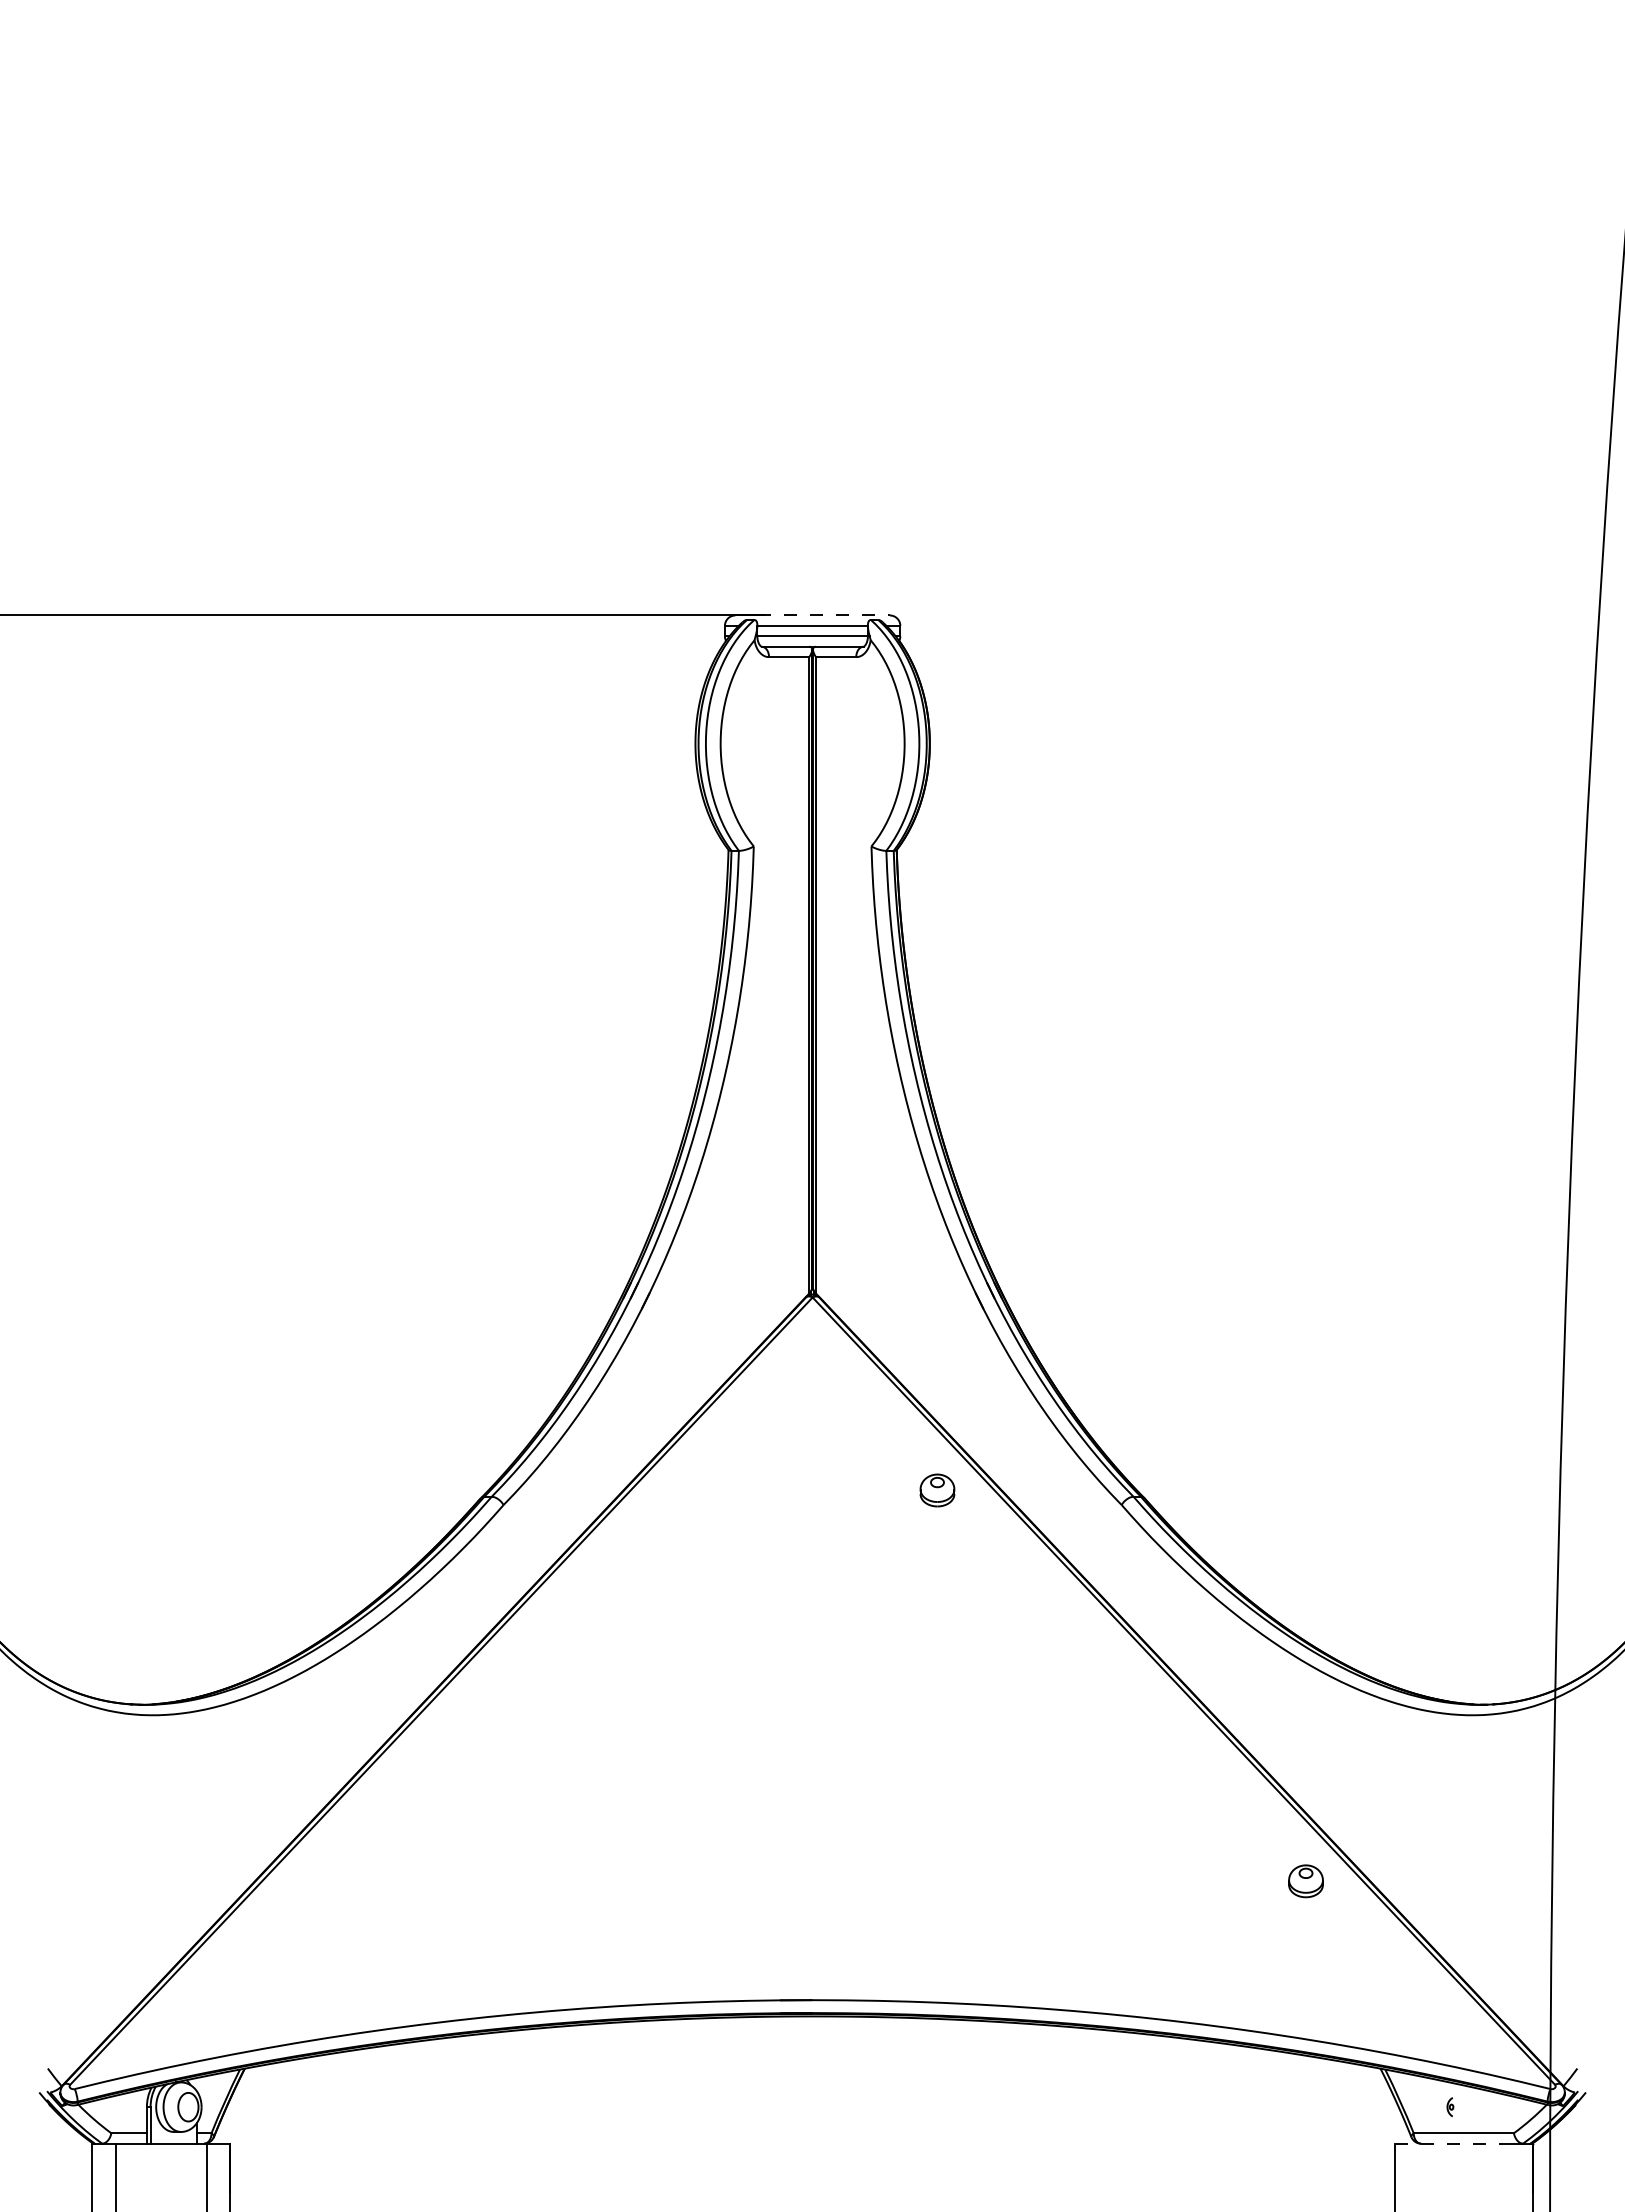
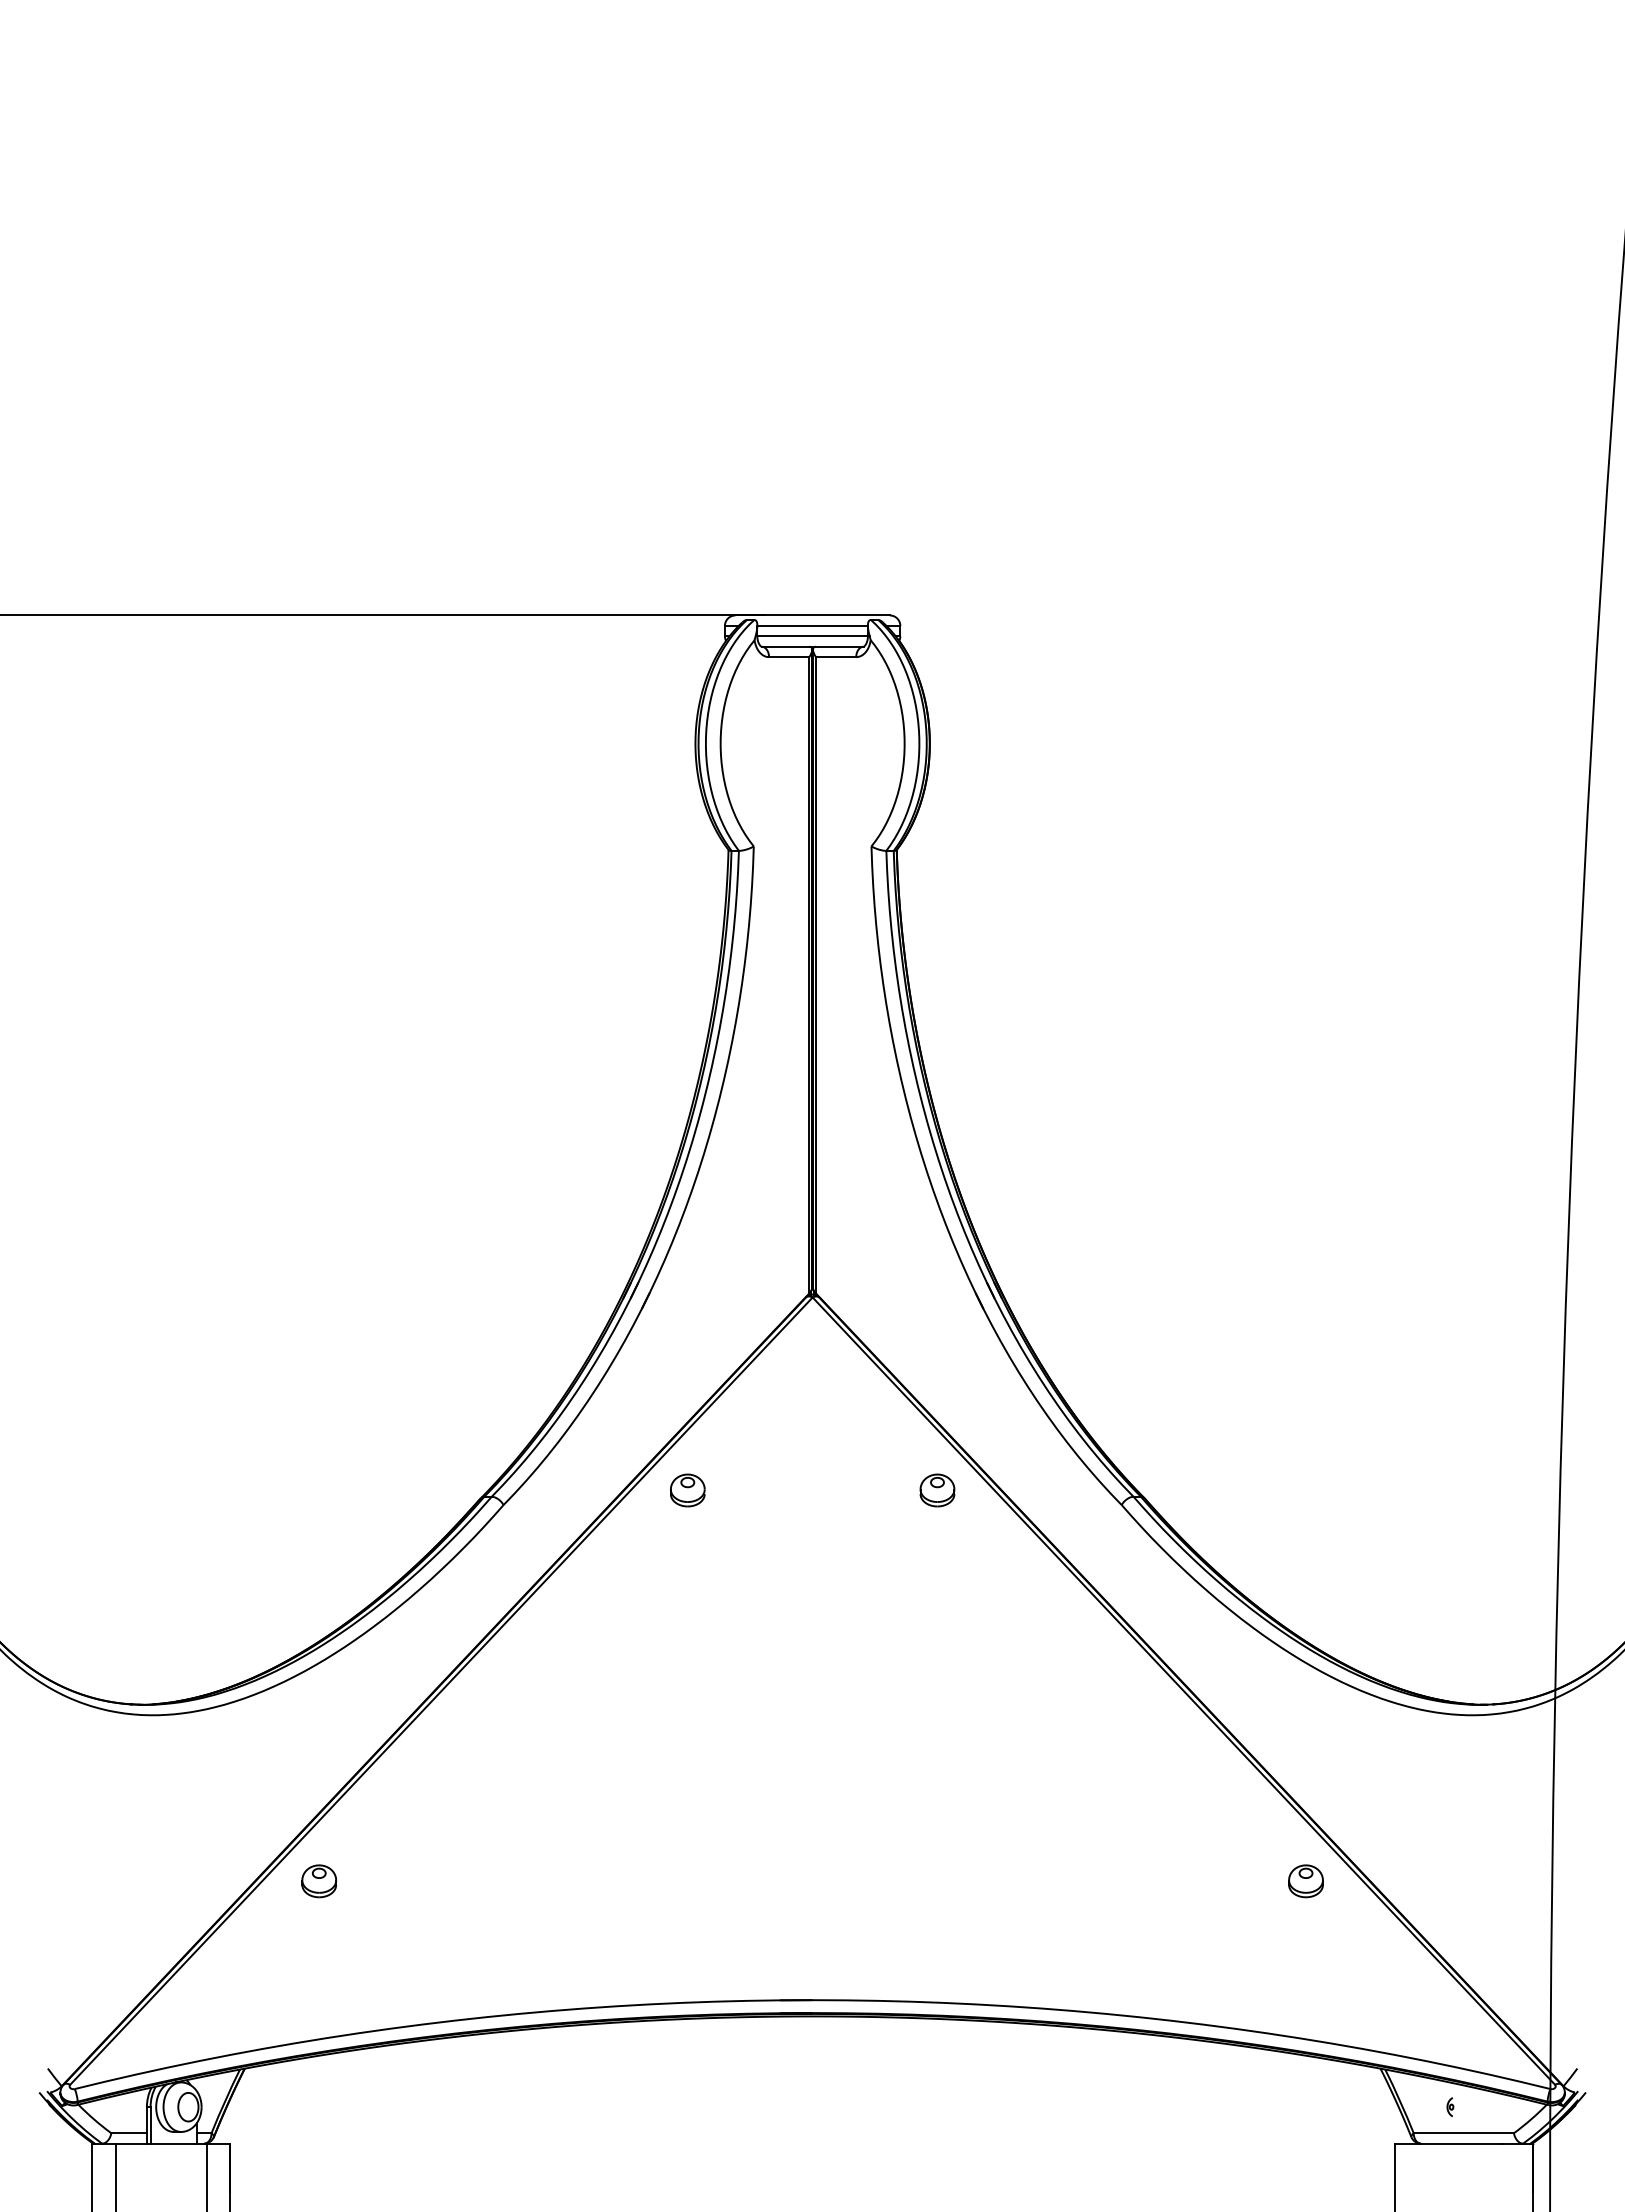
line at (823, 615): dashed -> solid
part at (687, 1490): none -> present
part at (319, 1881): none -> present
line at (1448, 2143): dashed -> solid
